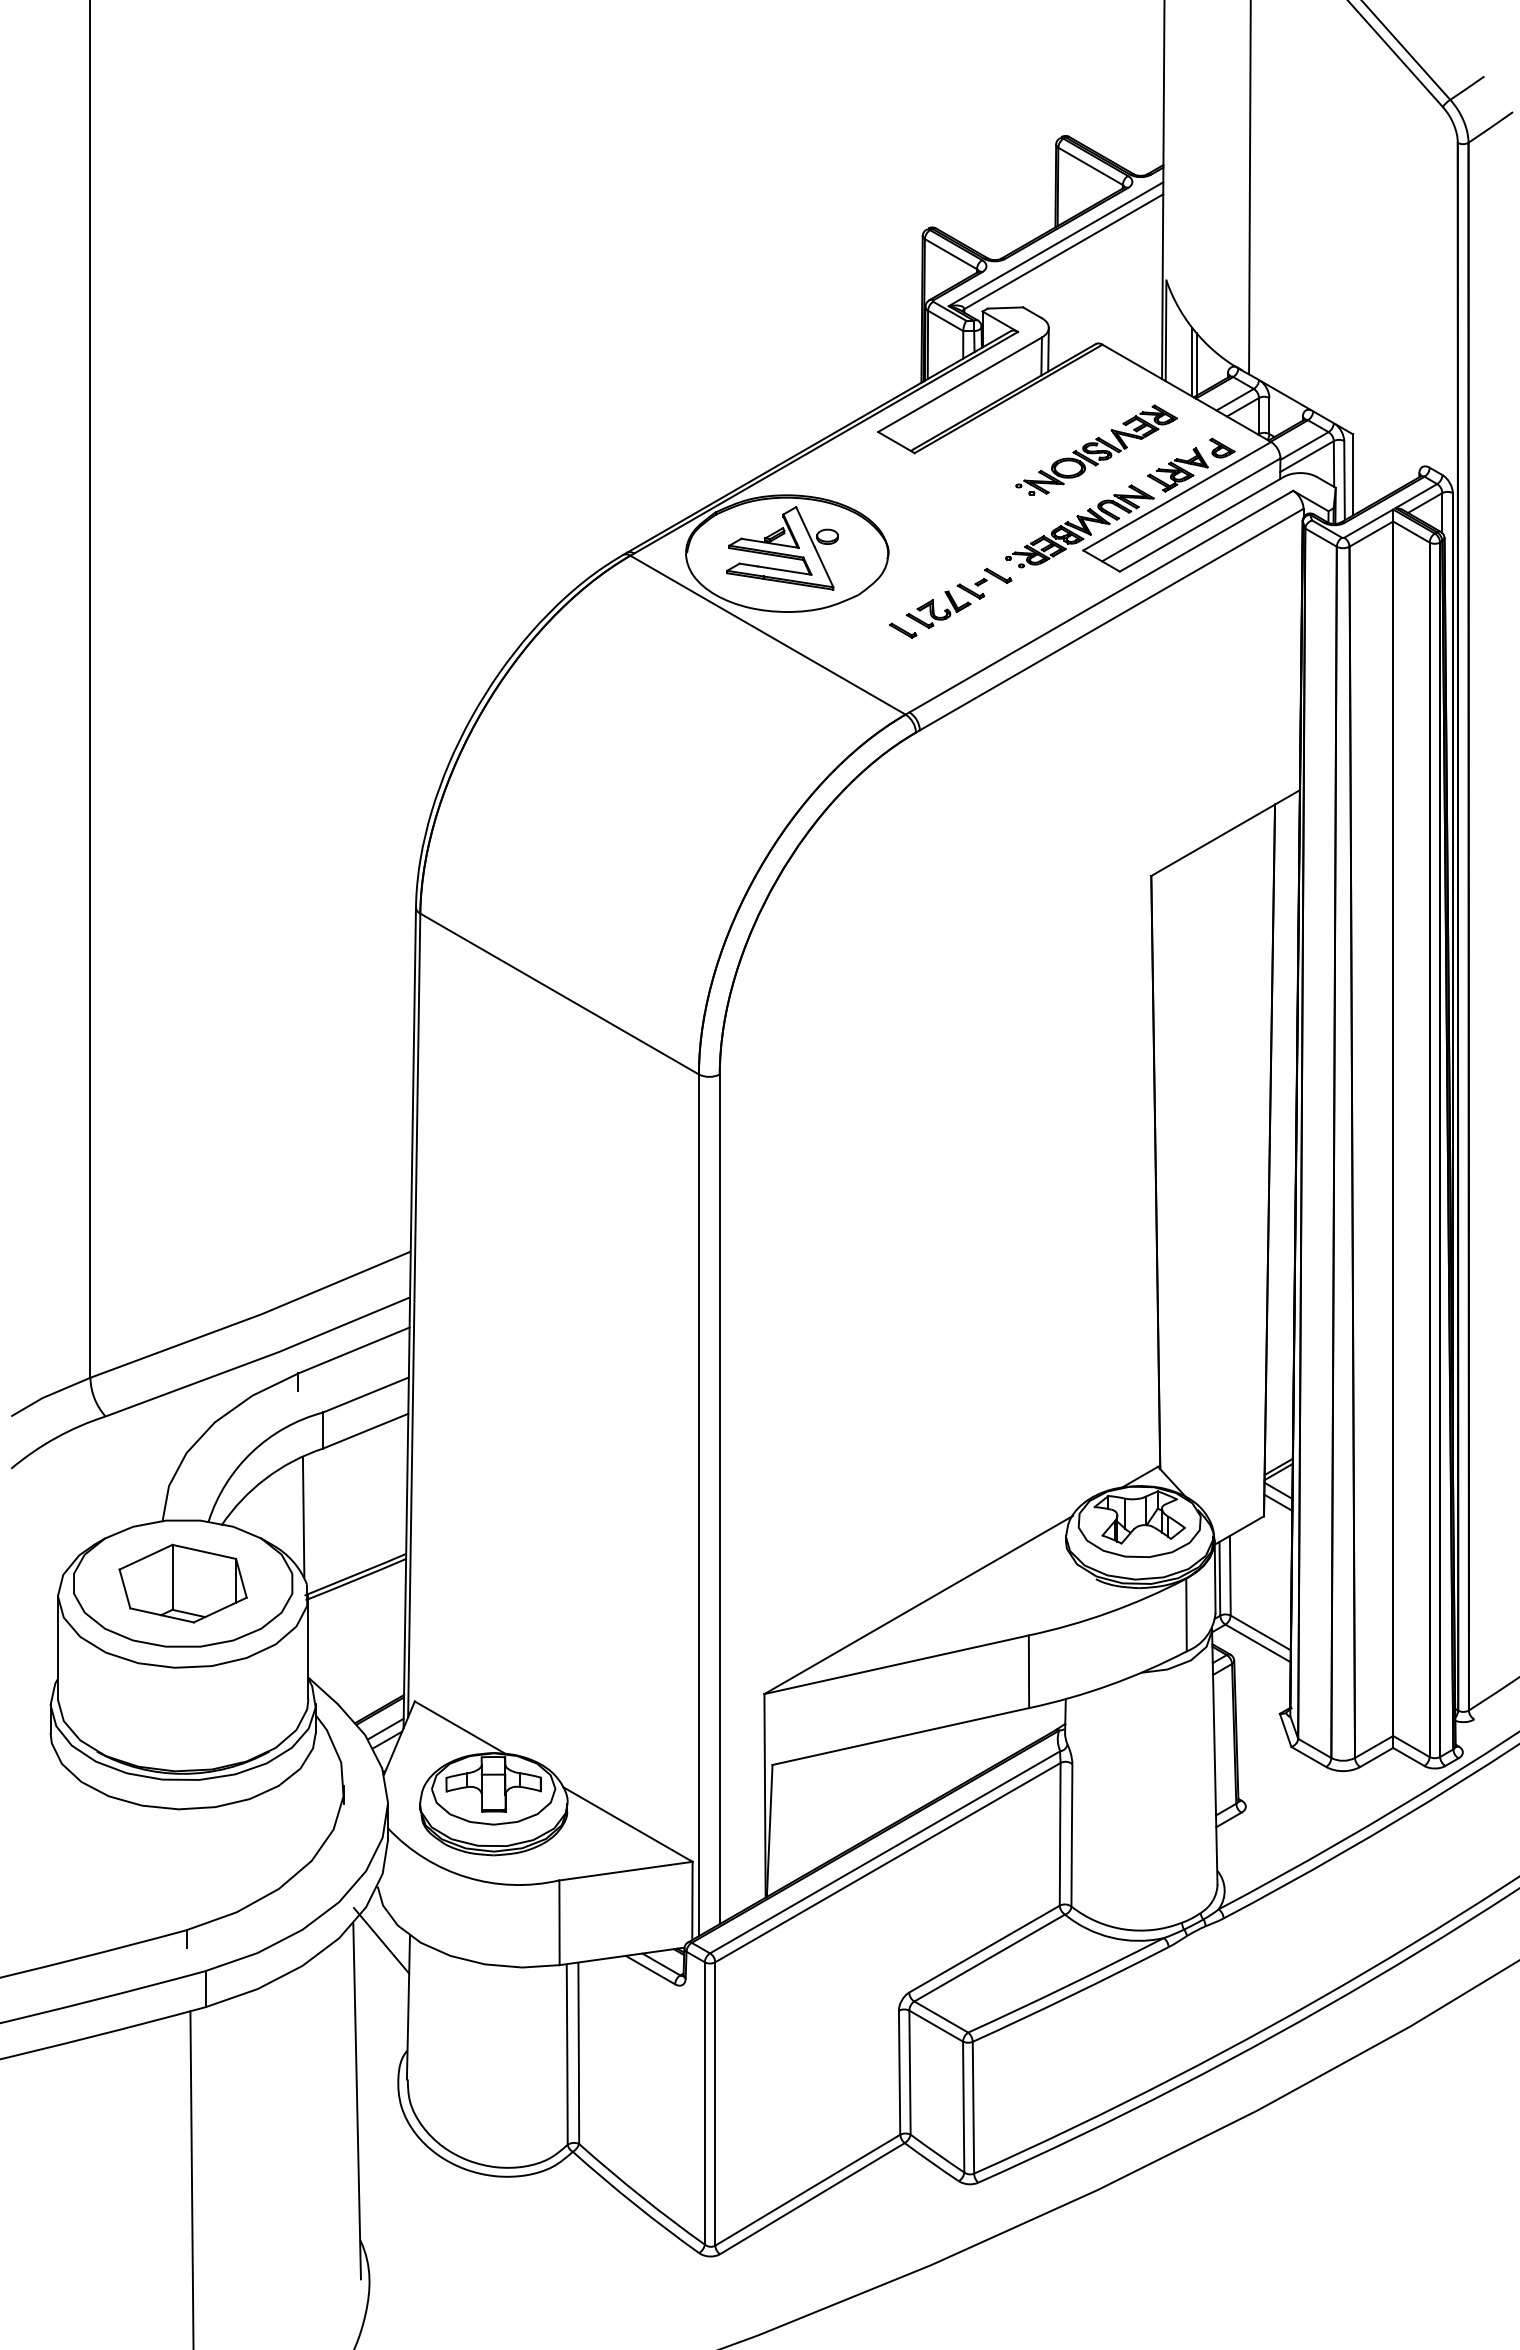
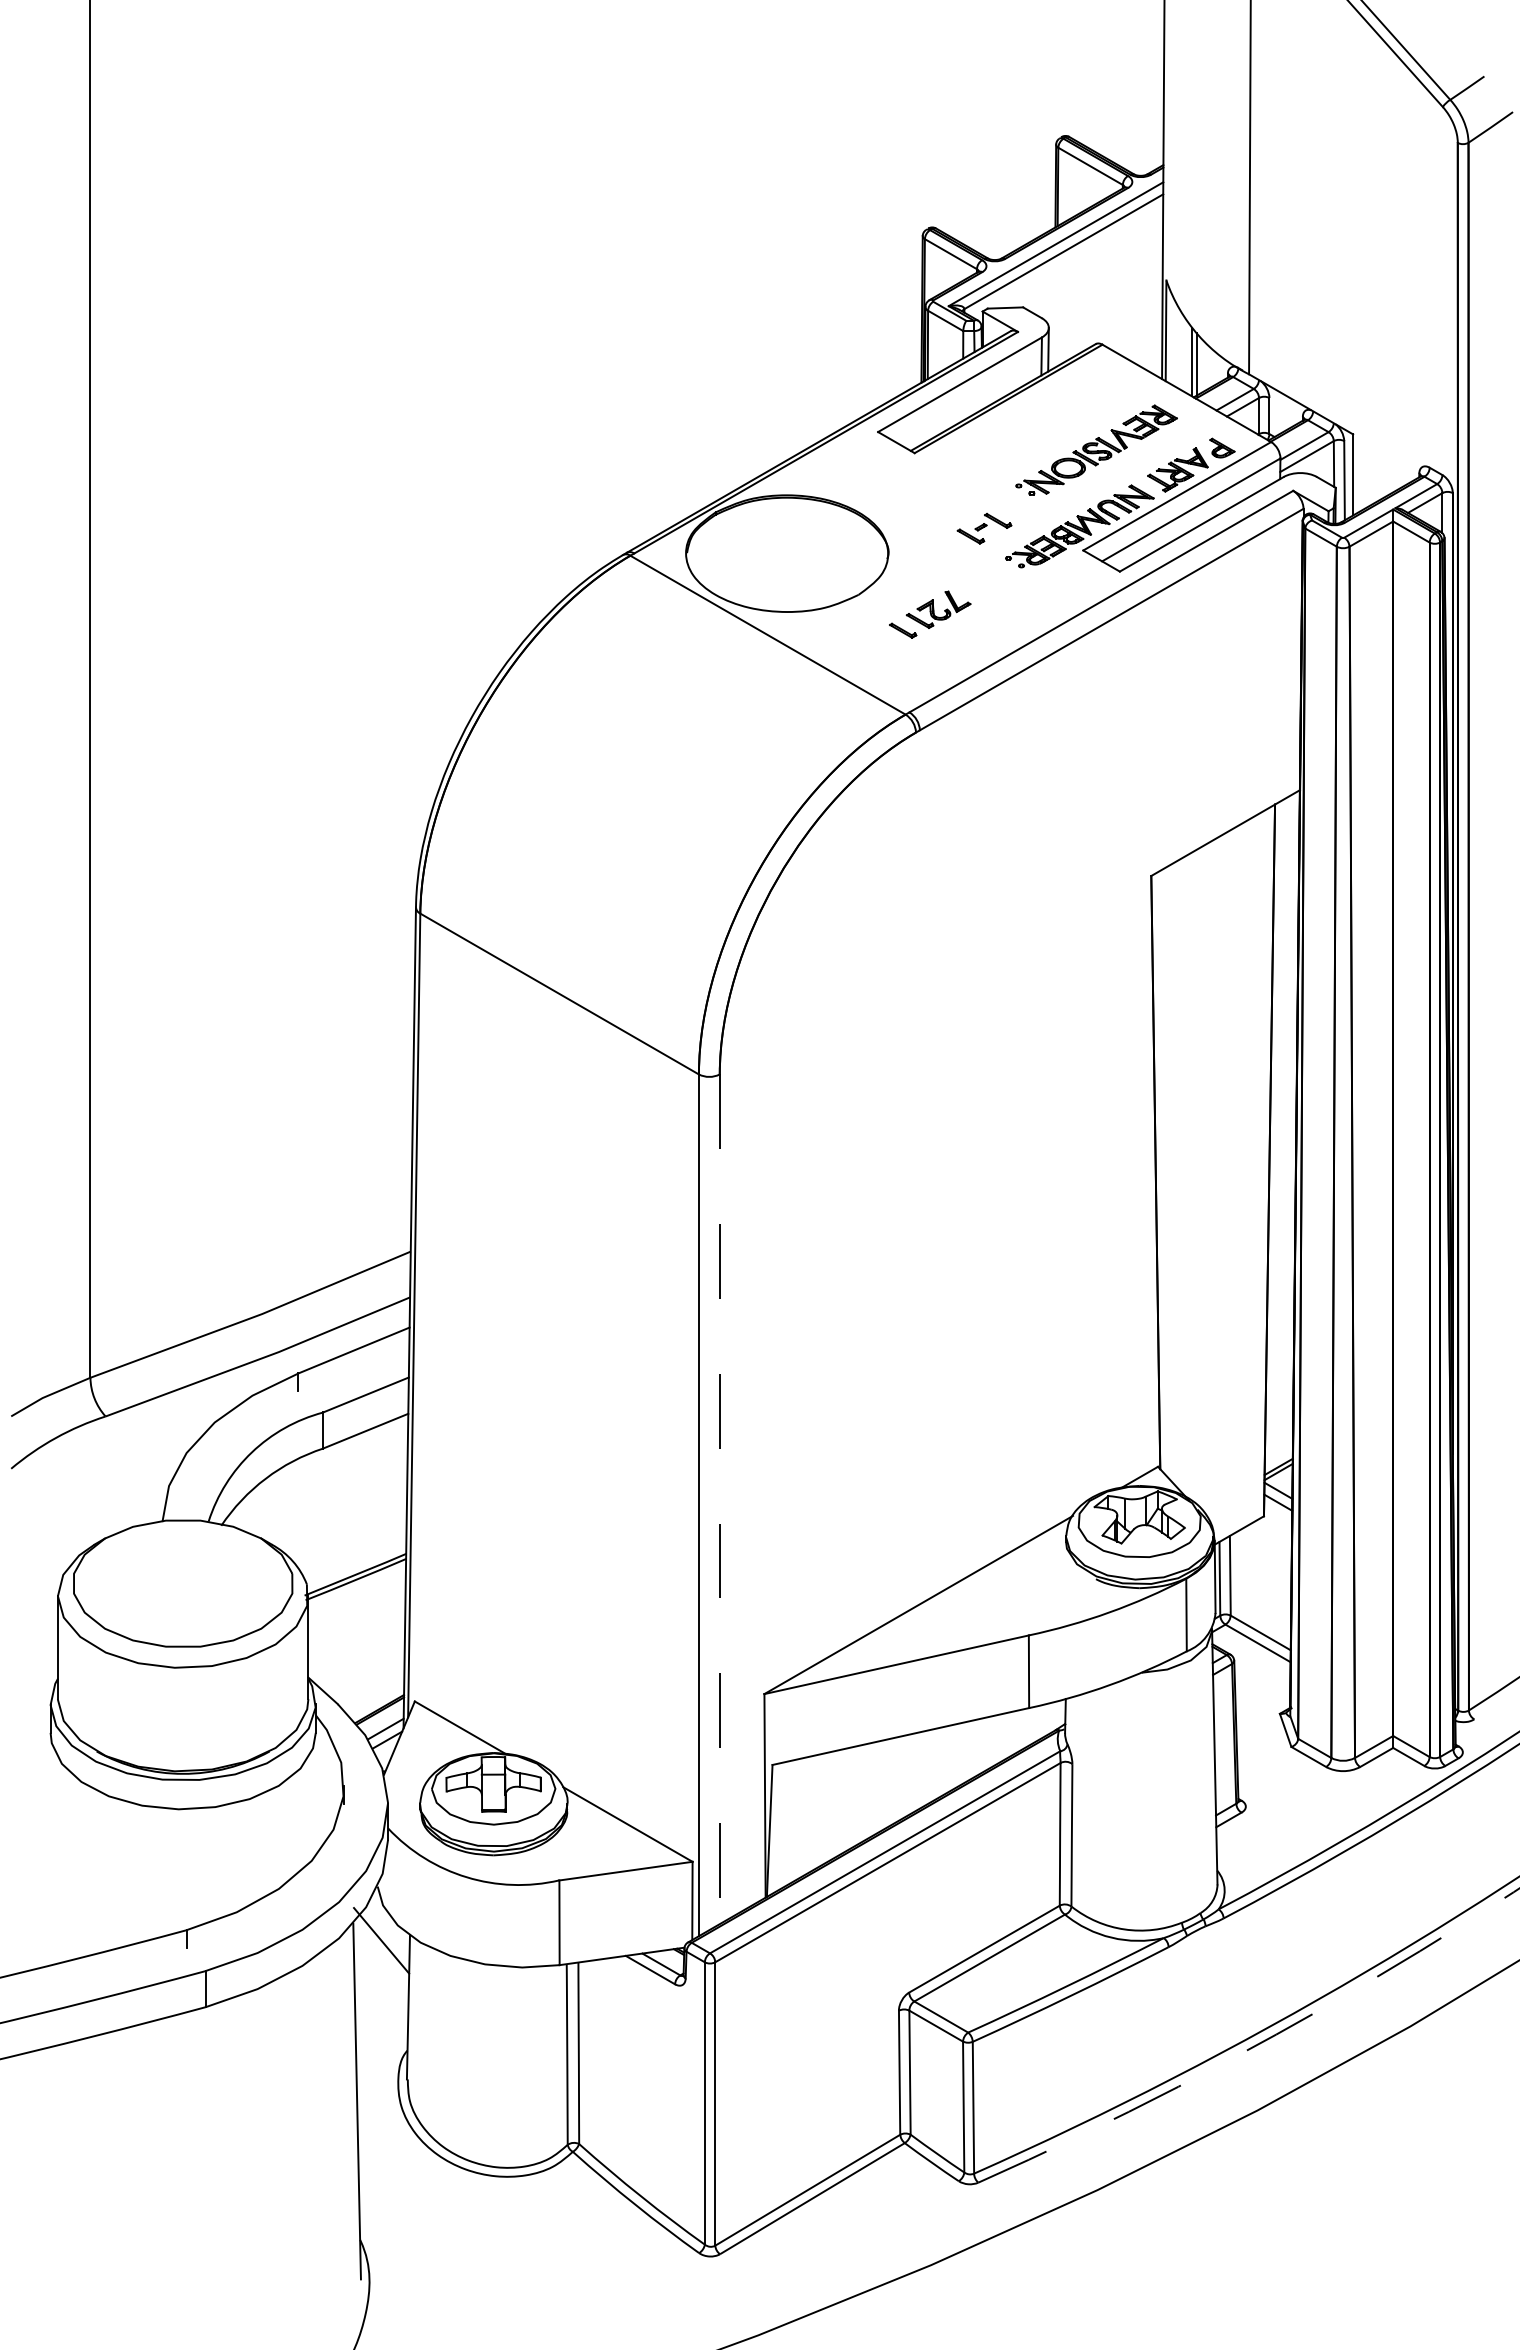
part at (782, 548): present -> none
part at (984, 583) position: (984, 583) -> (984, 528)
line at (719, 1499): solid -> dashed
line at (303, 1517): present -> none
part at (182, 1583): present -> none
arc at (1255, 2045): solid -> dashed
line at (191, 2178): present -> none
